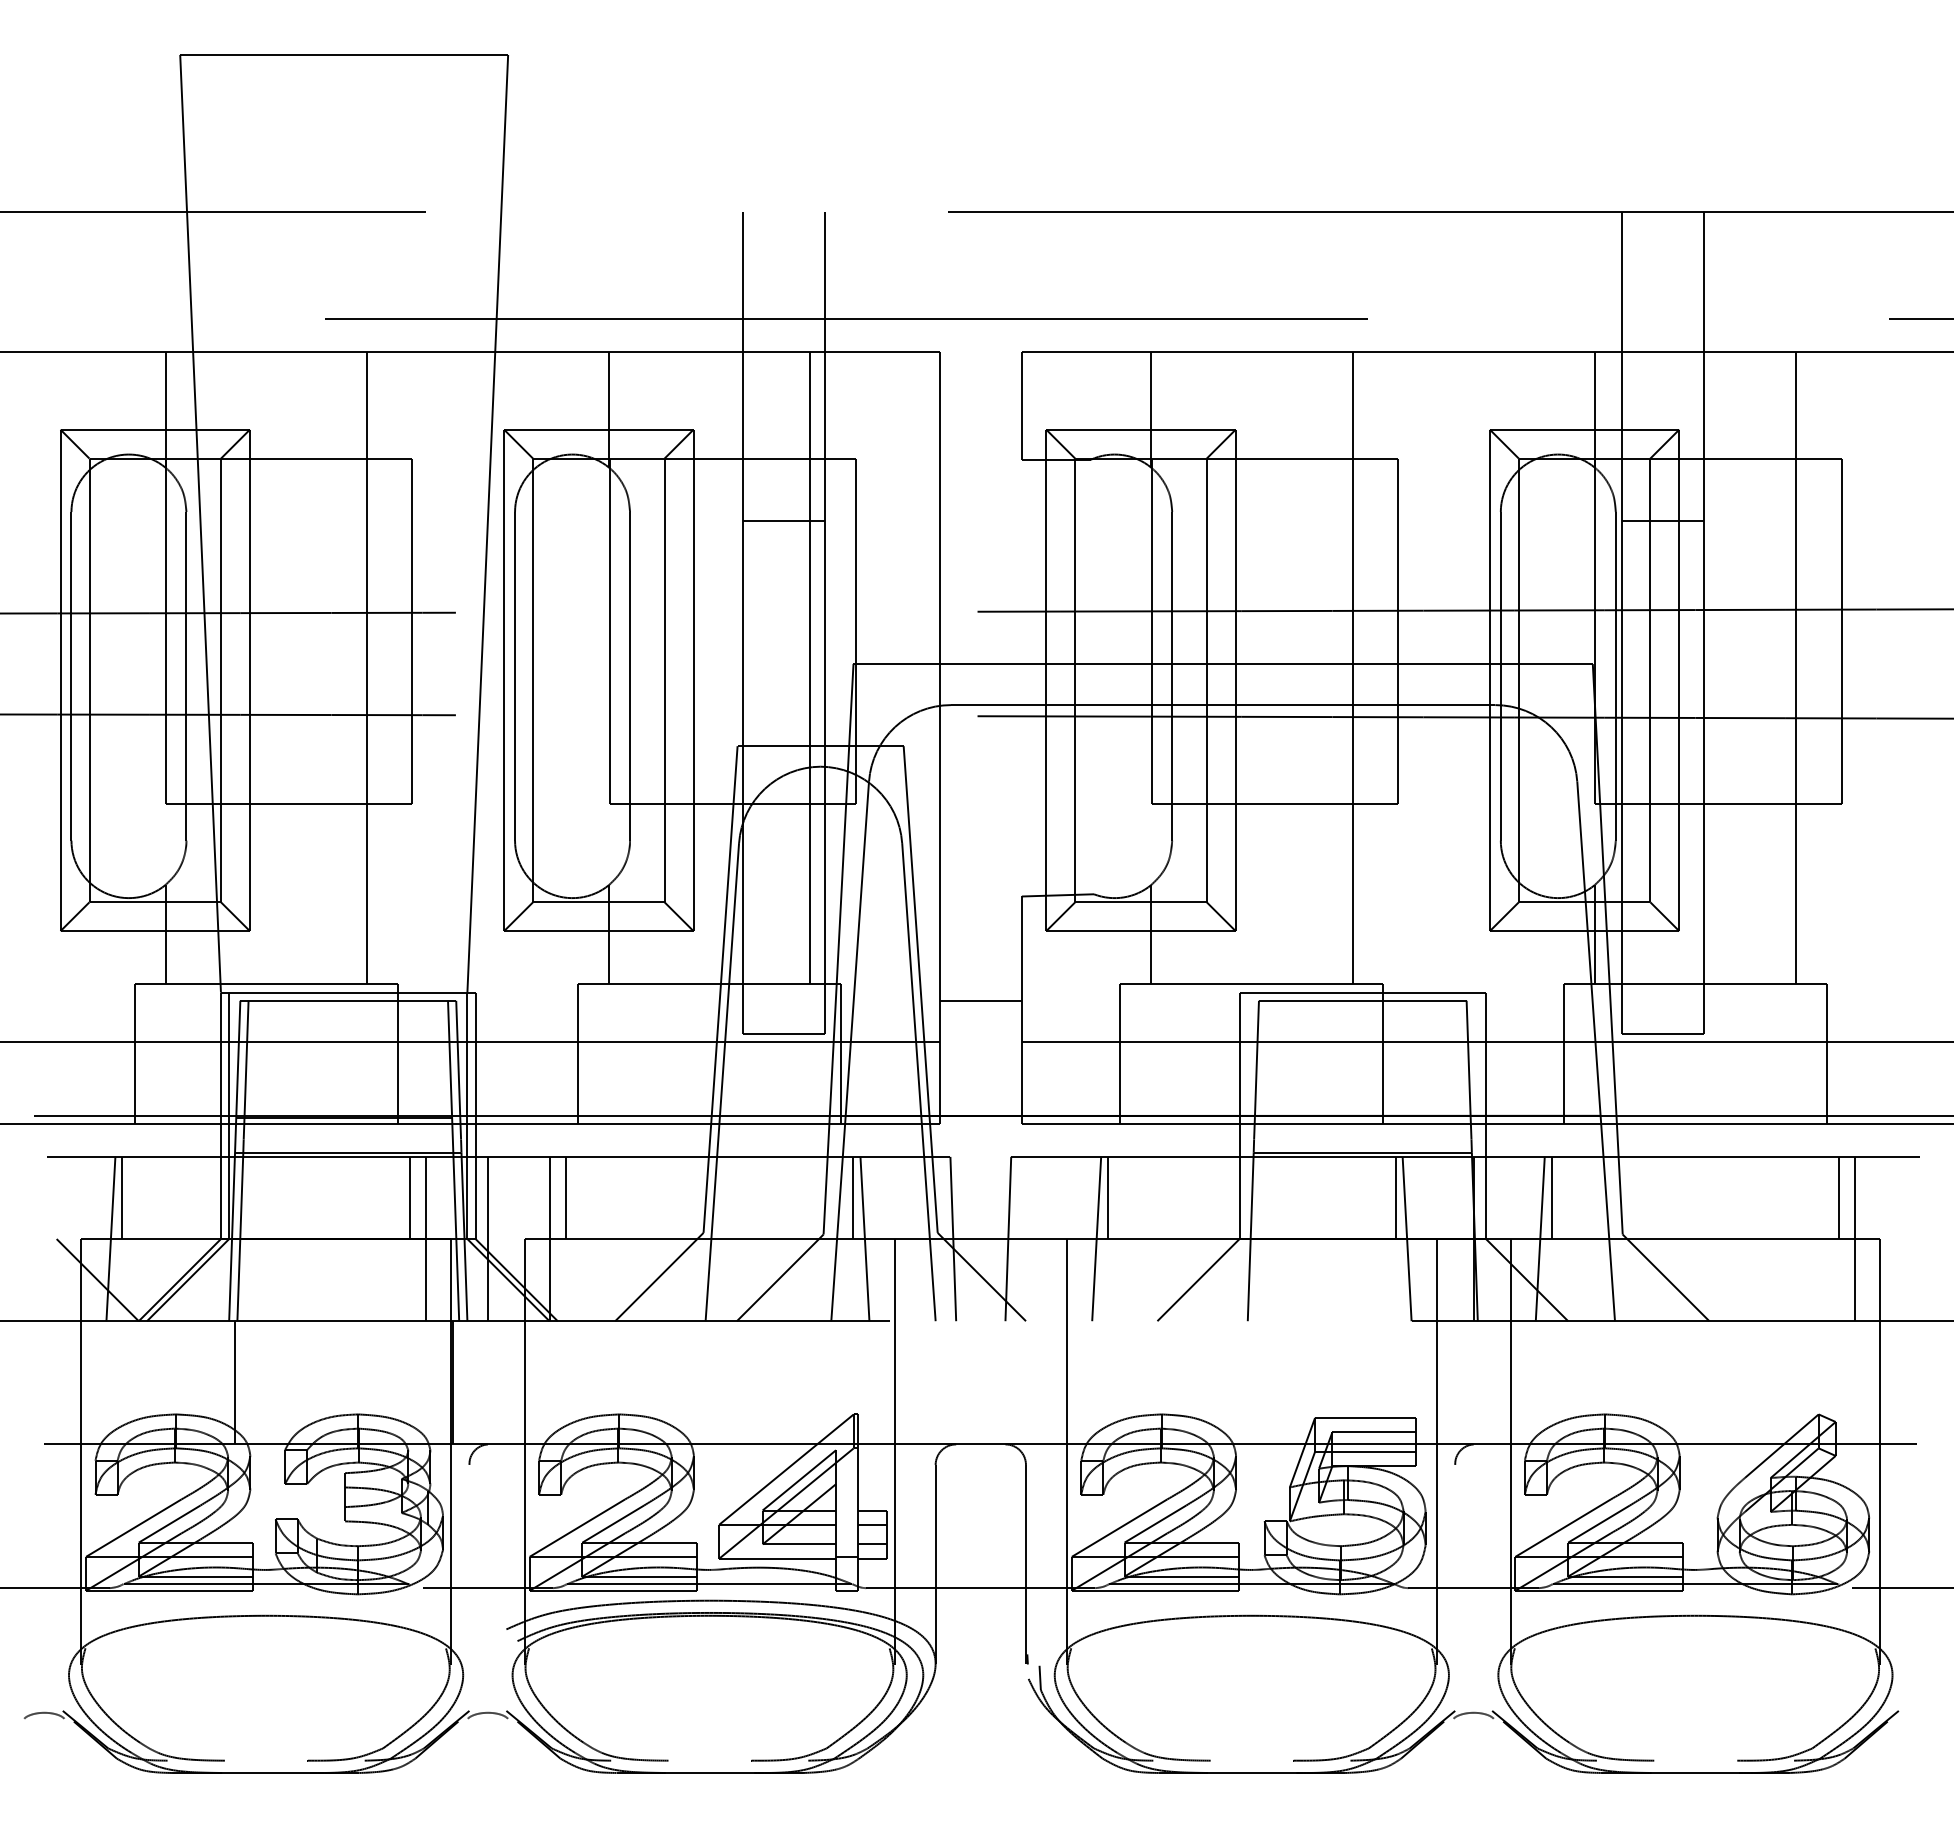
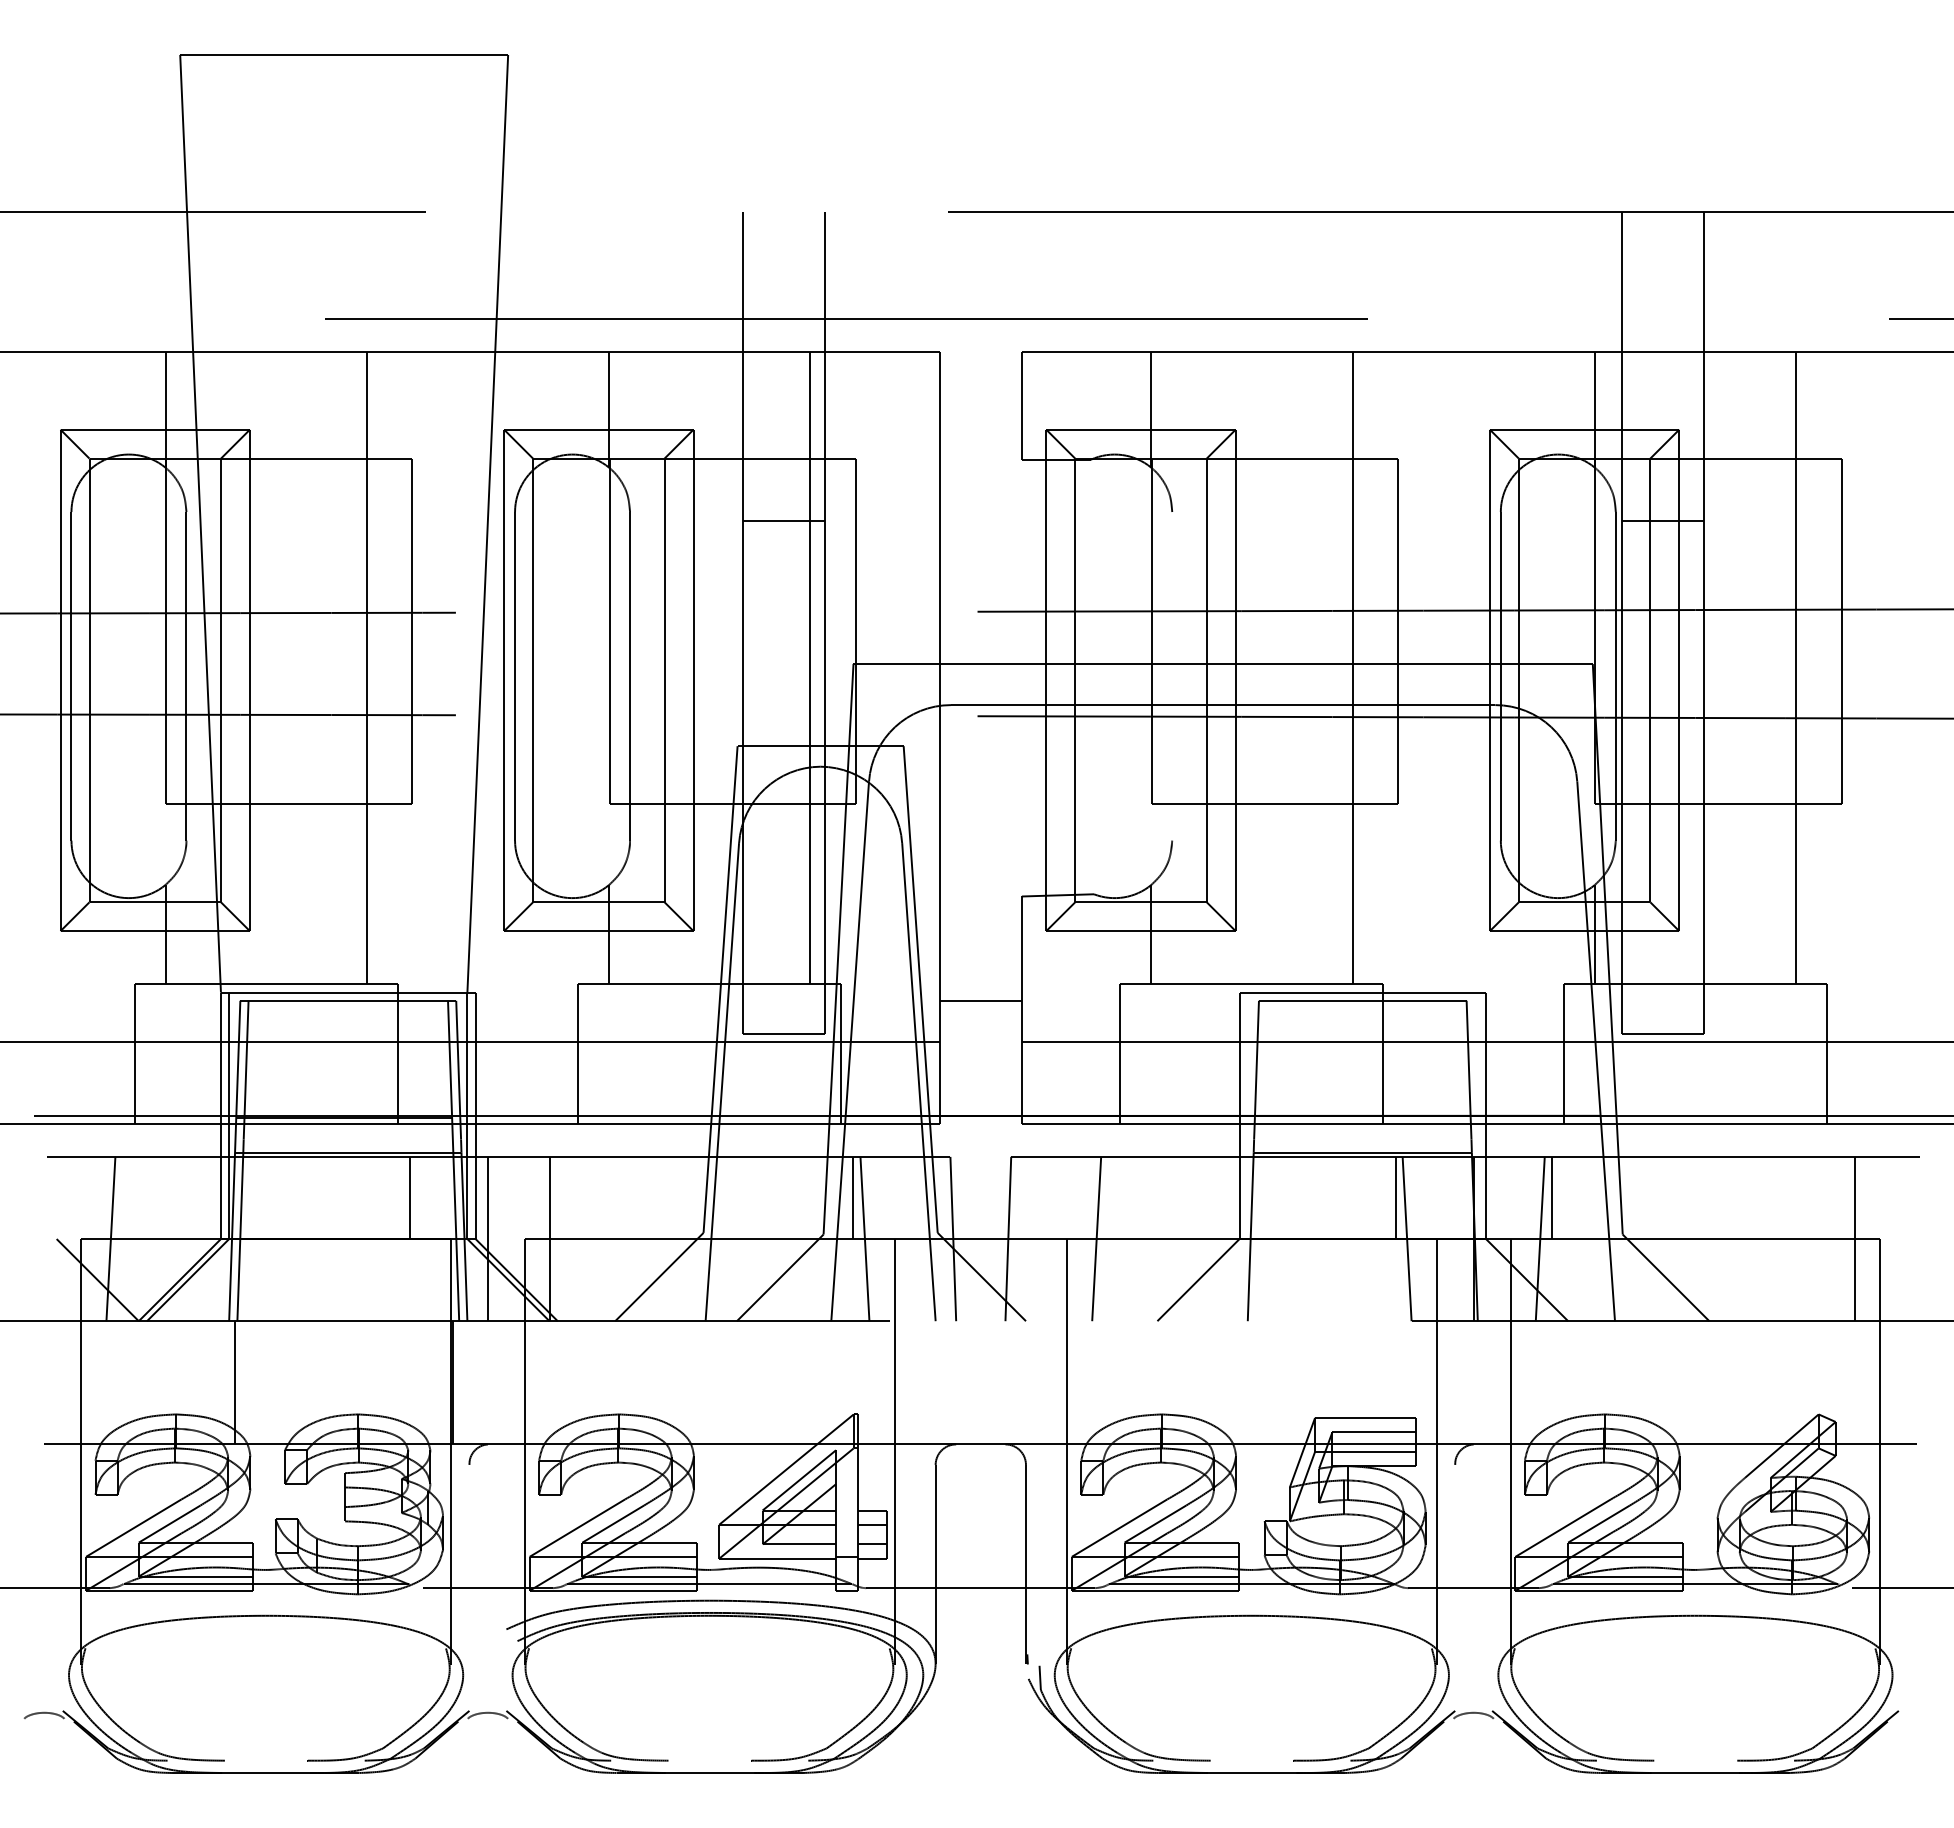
line at (1172, 676): present -> none
line at (122, 1197): present -> none
line at (565, 1197): present -> none
line at (1108, 1197): present -> none
line at (1839, 1197): present -> none
line at (425, 1238): present -> none
